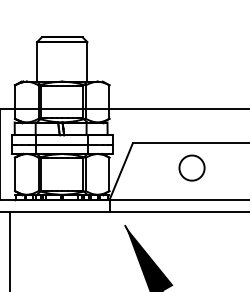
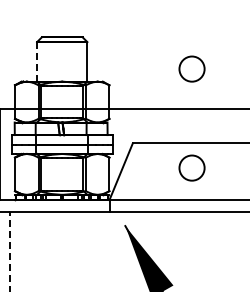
line at (37, 61): solid -> dashed
circle at (191, 68): none -> present
line at (9, 252): solid -> dashed
